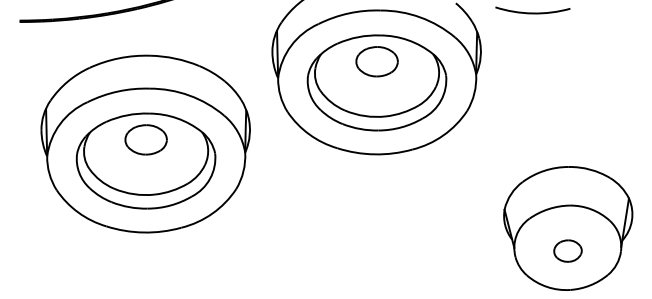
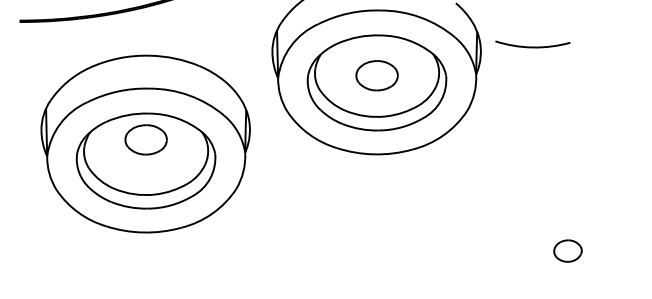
arc at (532, 12) position: (532, 12) -> (532, 46)
part at (376, 61) position: (376, 61) -> (376, 75)
part at (568, 228): present -> none
